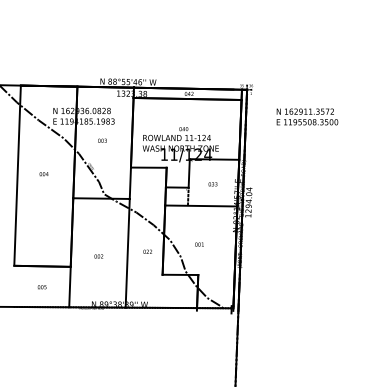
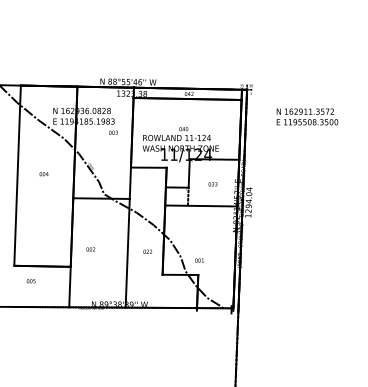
text at (102, 140) position: (102, 140) -> (113, 132)
text at (199, 244) position: (199, 244) -> (199, 260)
text at (98, 256) position: (98, 256) -> (90, 249)
text at (41, 287) position: (41, 287) -> (30, 281)
